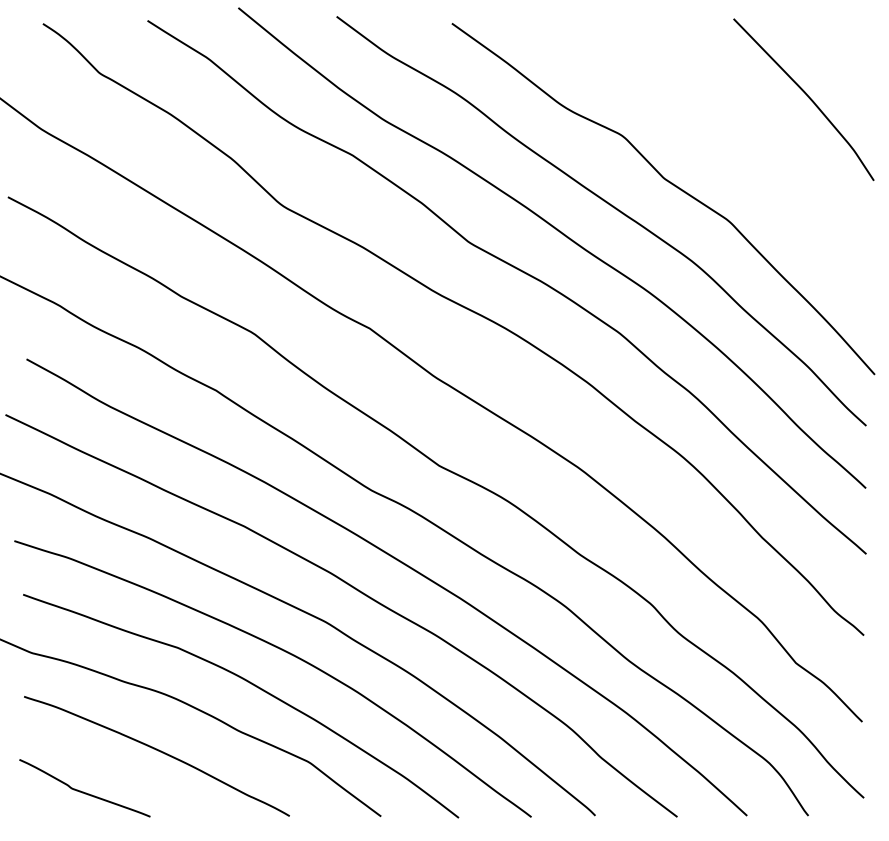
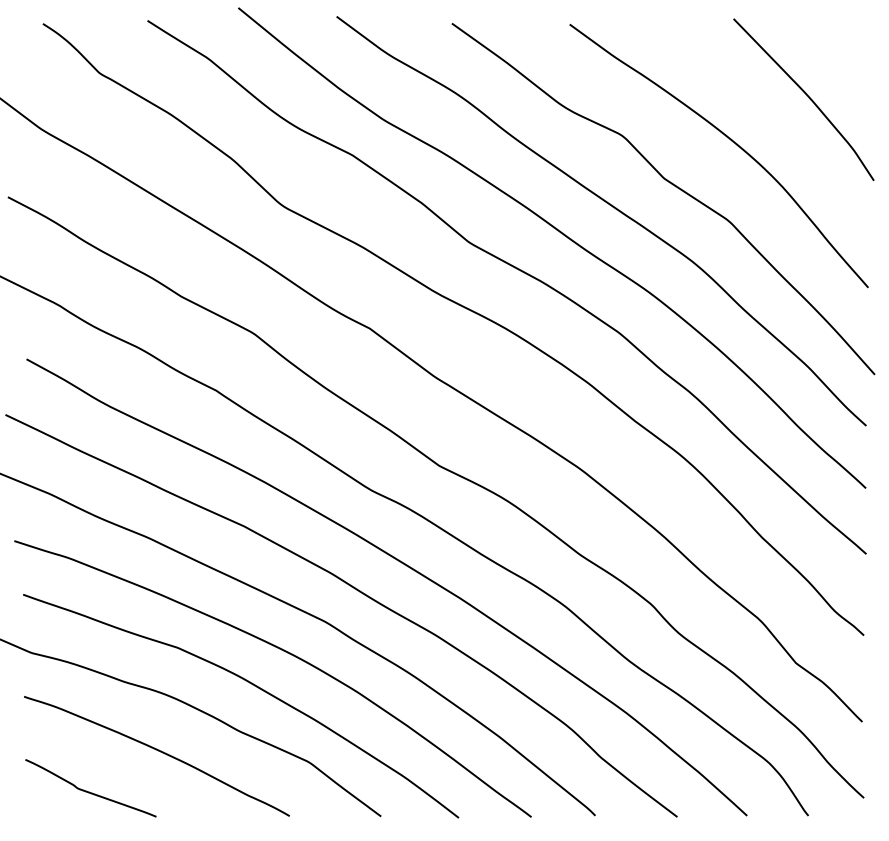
curve at (732, 142): none -> present
curve at (83, 791) position: (83, 791) -> (89, 791)
